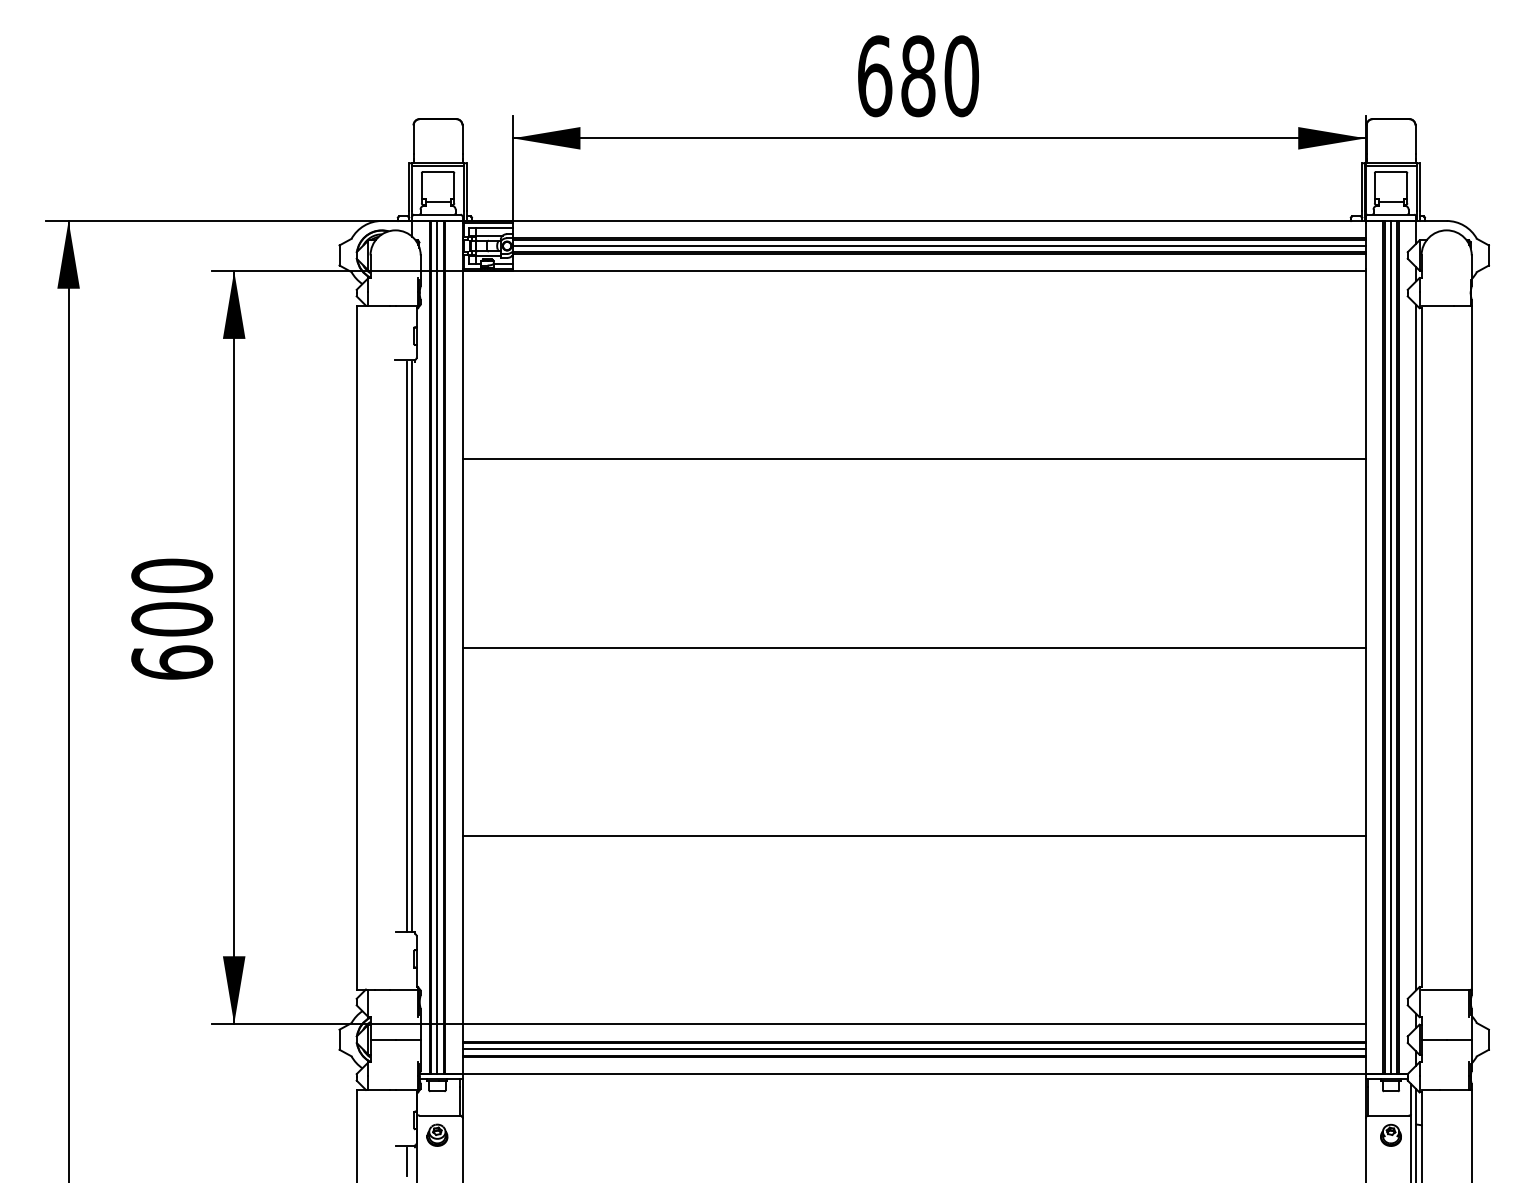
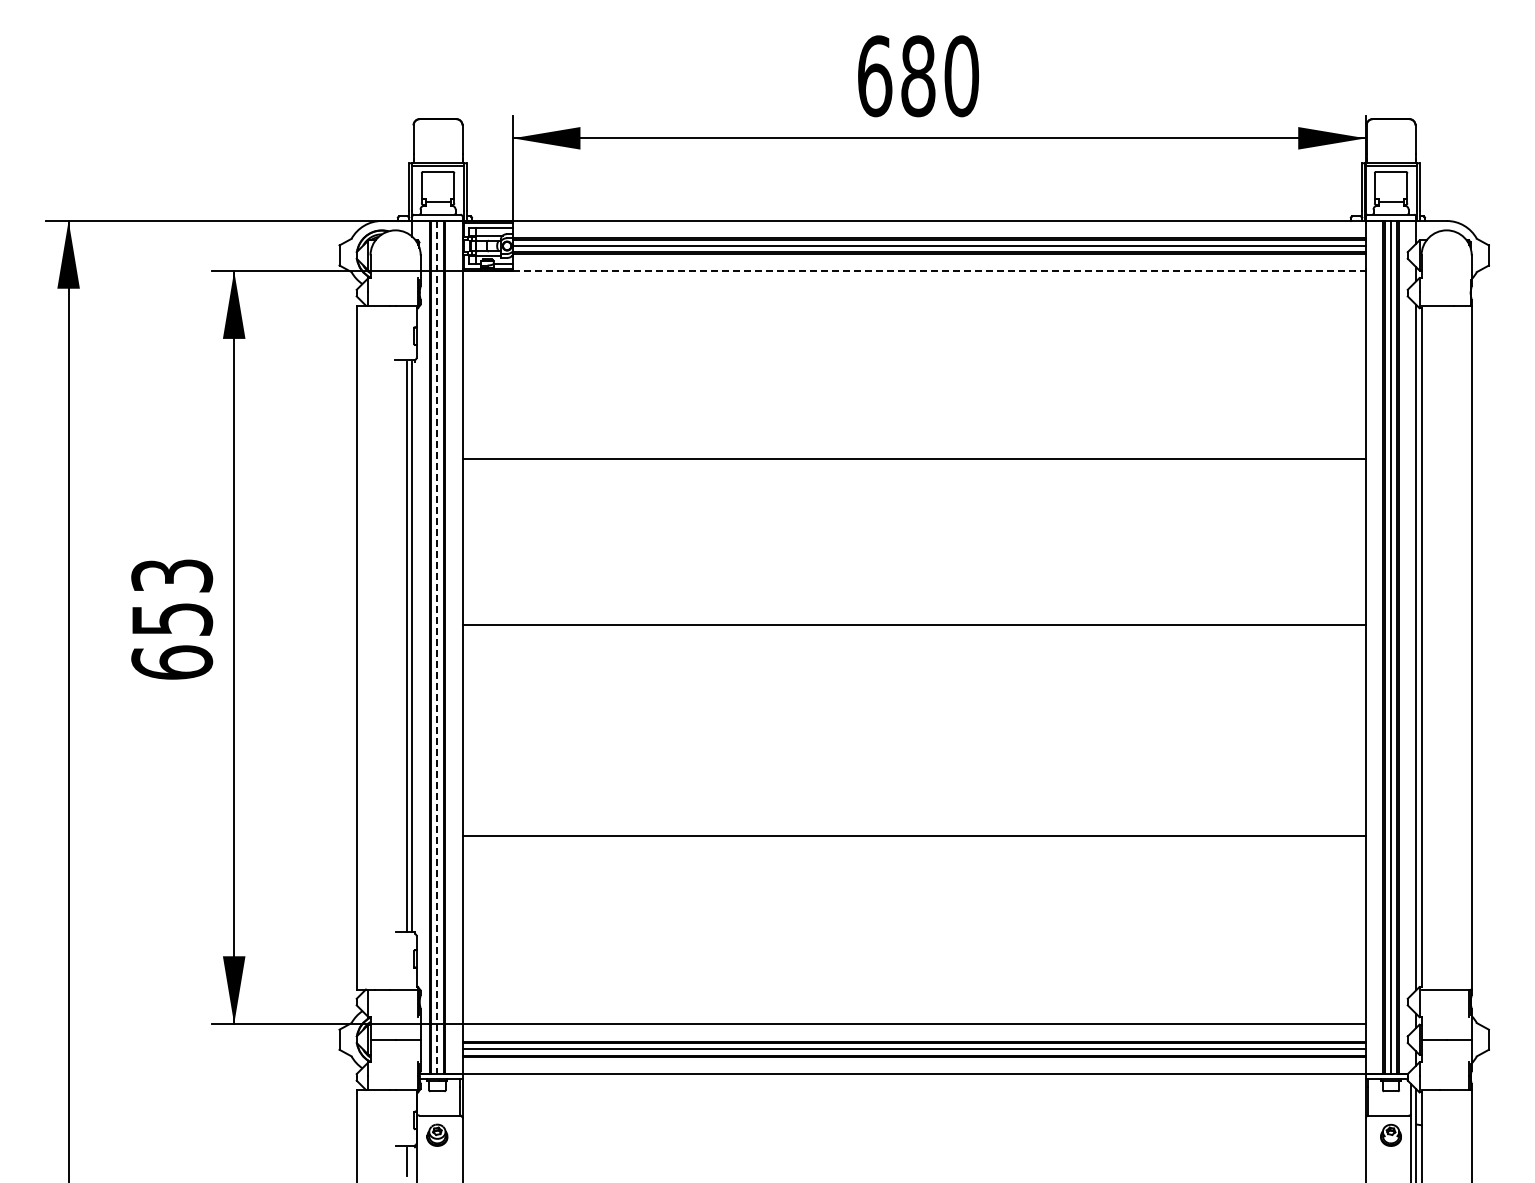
line at (939, 271): solid -> dashed
text at (172, 597): 600 -> 653
line at (437, 647): solid -> dashed
line at (913, 647) position: (913, 647) -> (913, 624)
